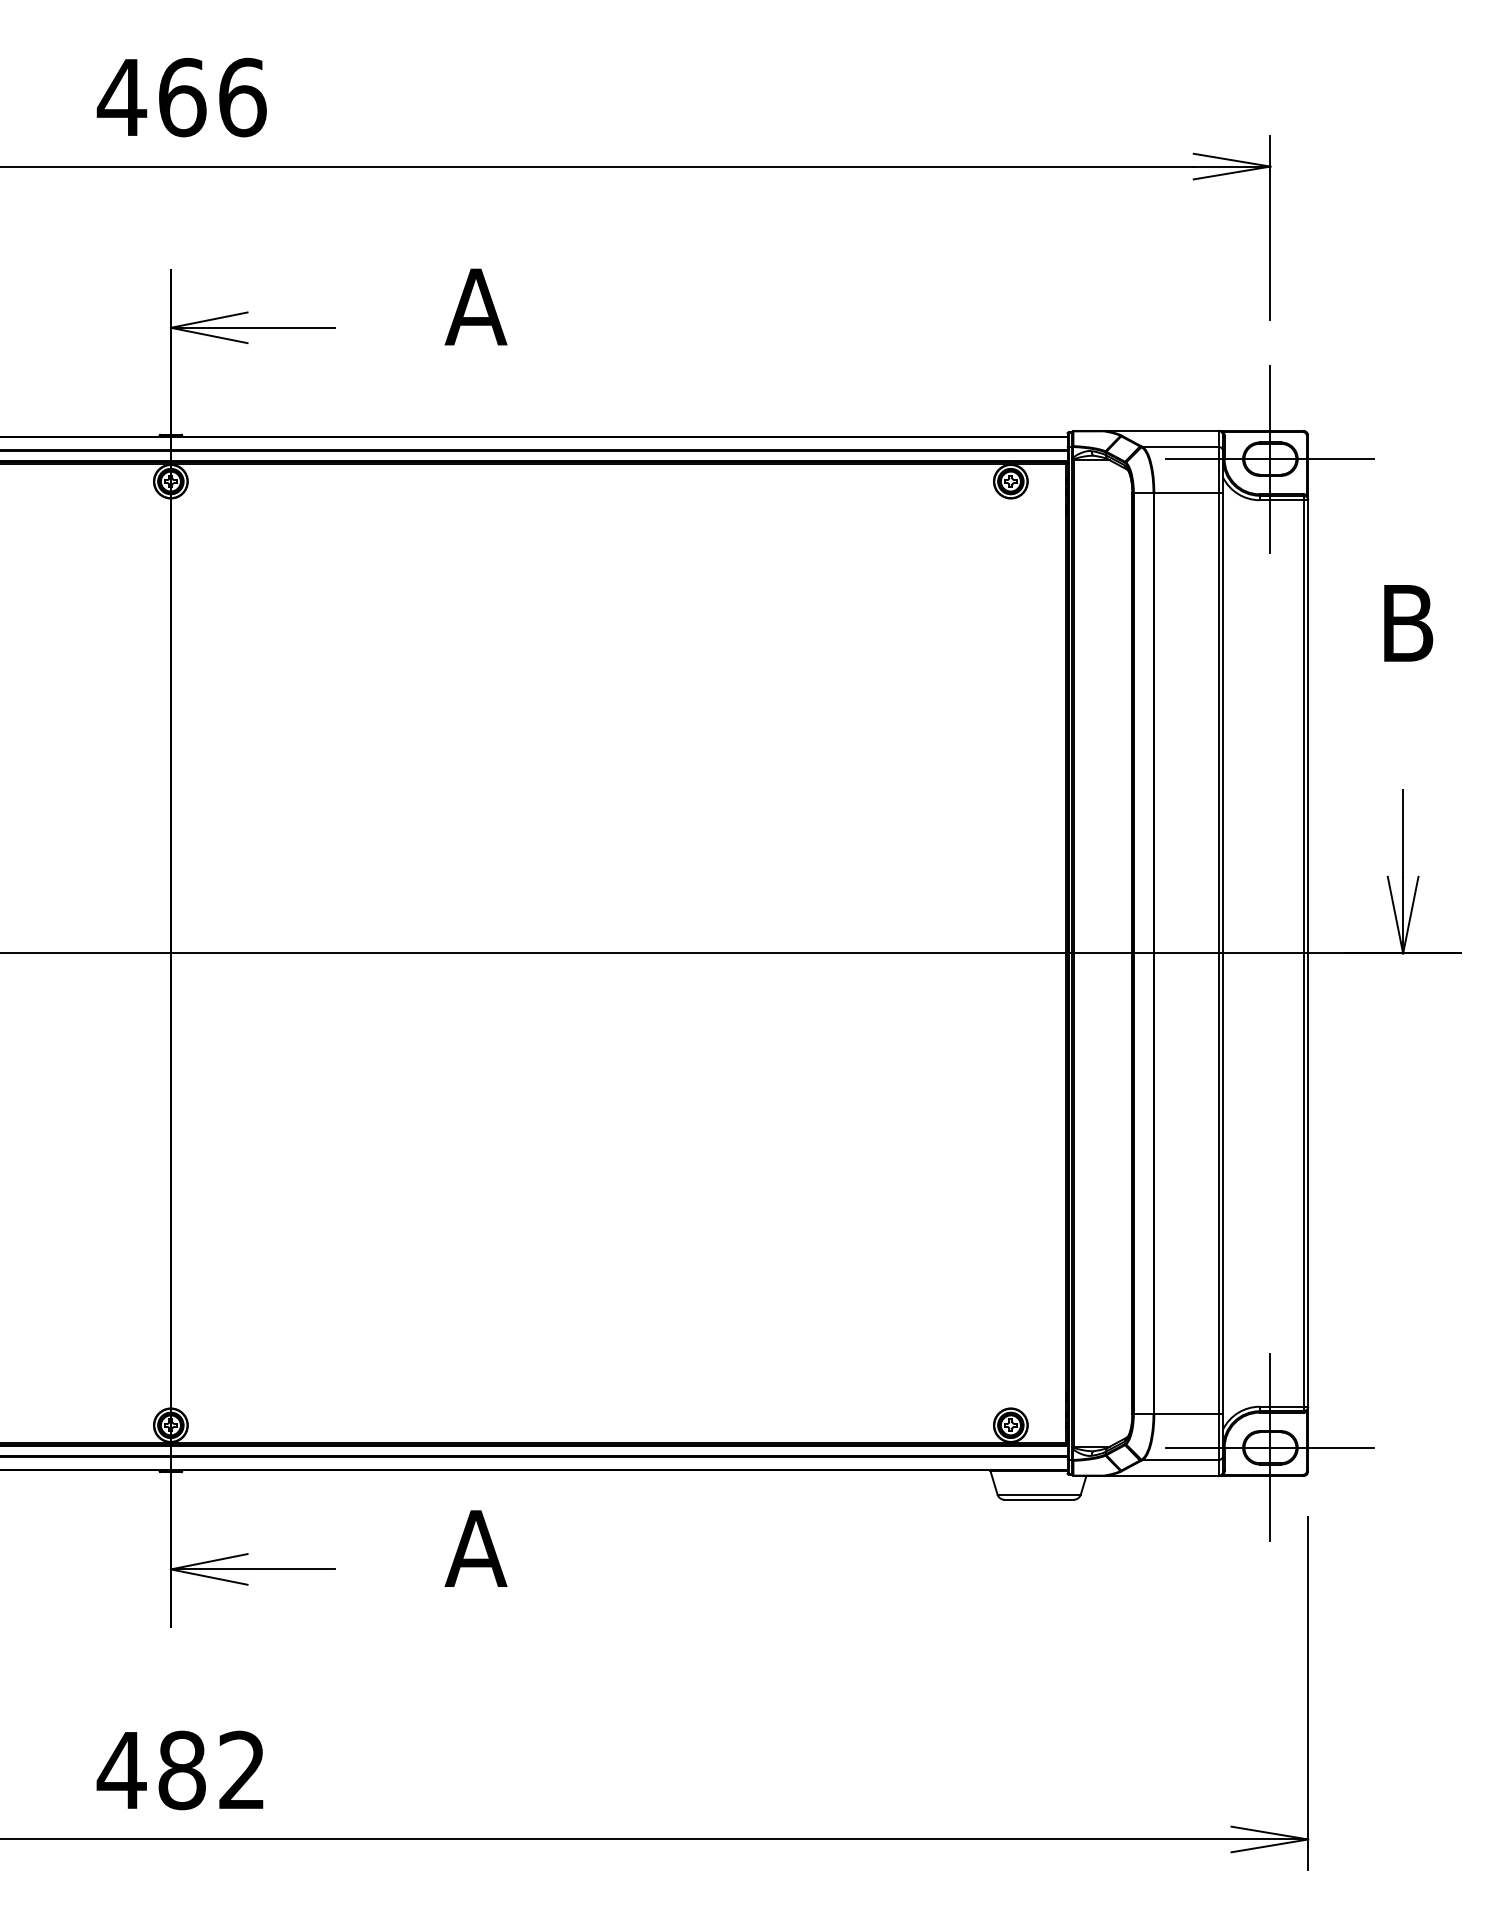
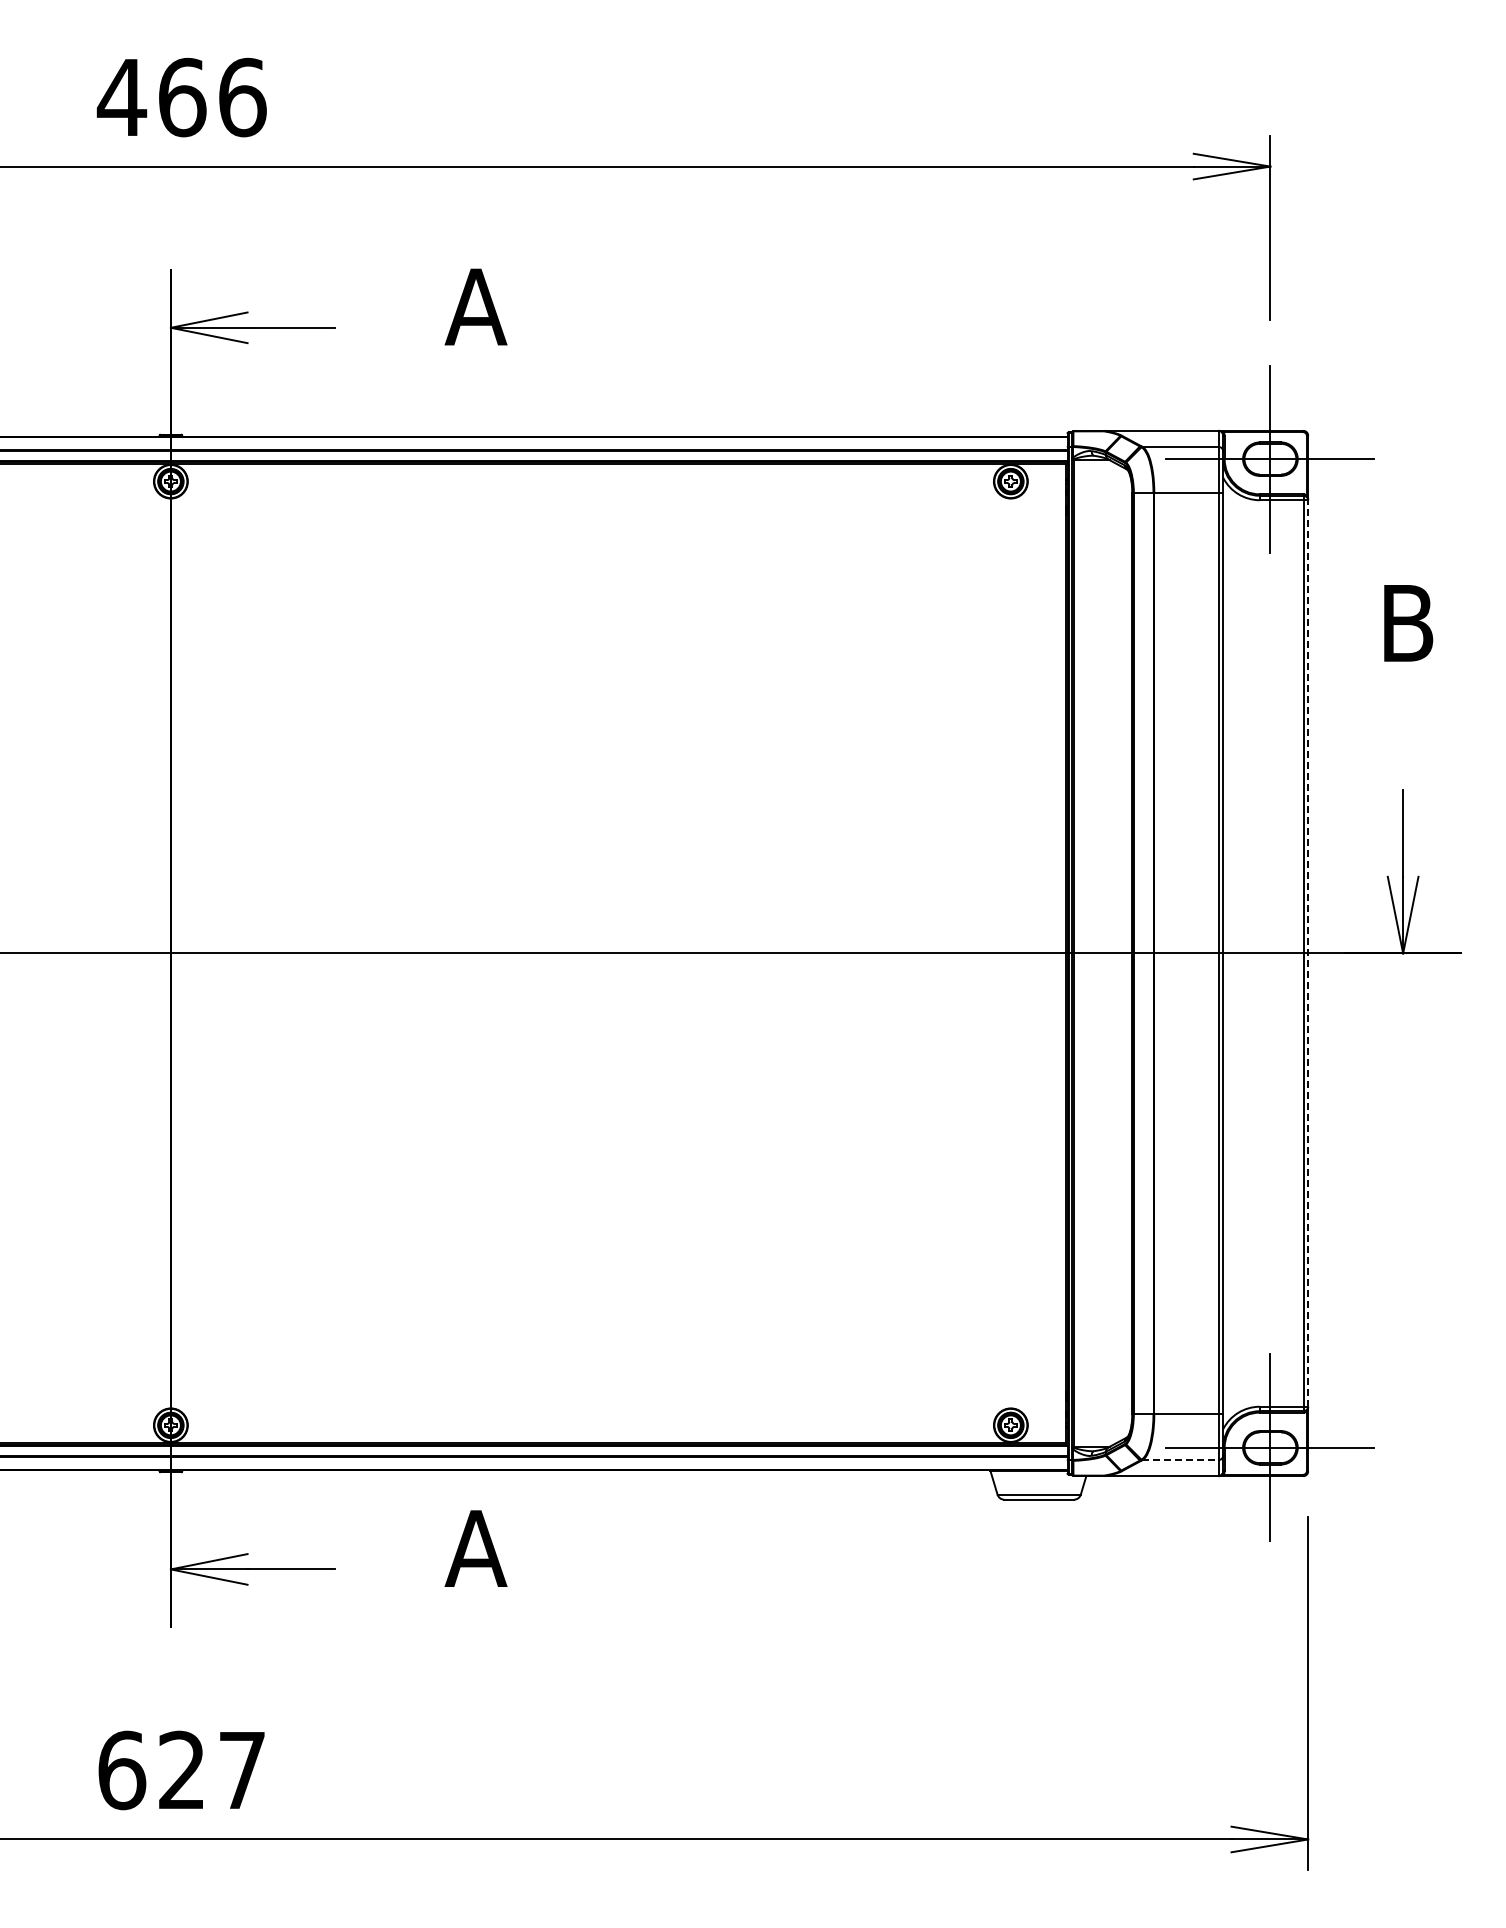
line at (1308, 952): solid -> dashed
line at (1180, 1460): solid -> dashed
text at (180, 1770): 482 -> 627
